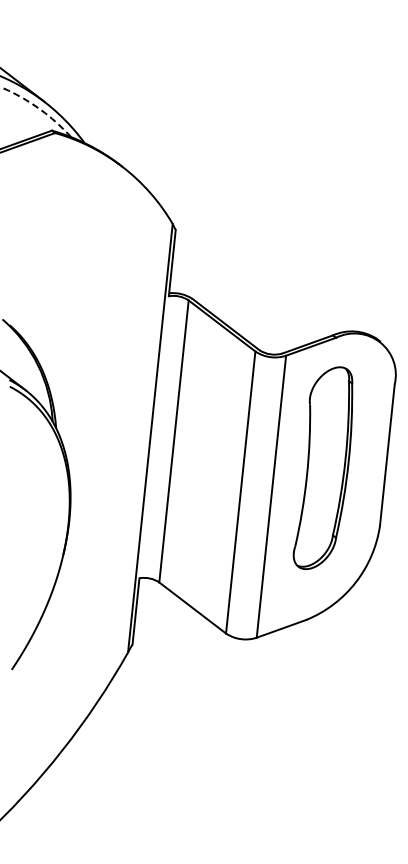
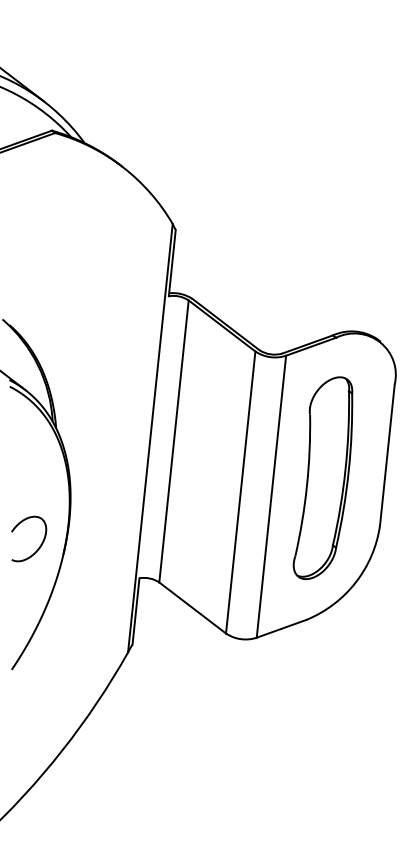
arc at (38, 108): dashed -> solid
part at (322, 467) position: (322, 467) -> (322, 477)
curve at (40, 544): none -> present
